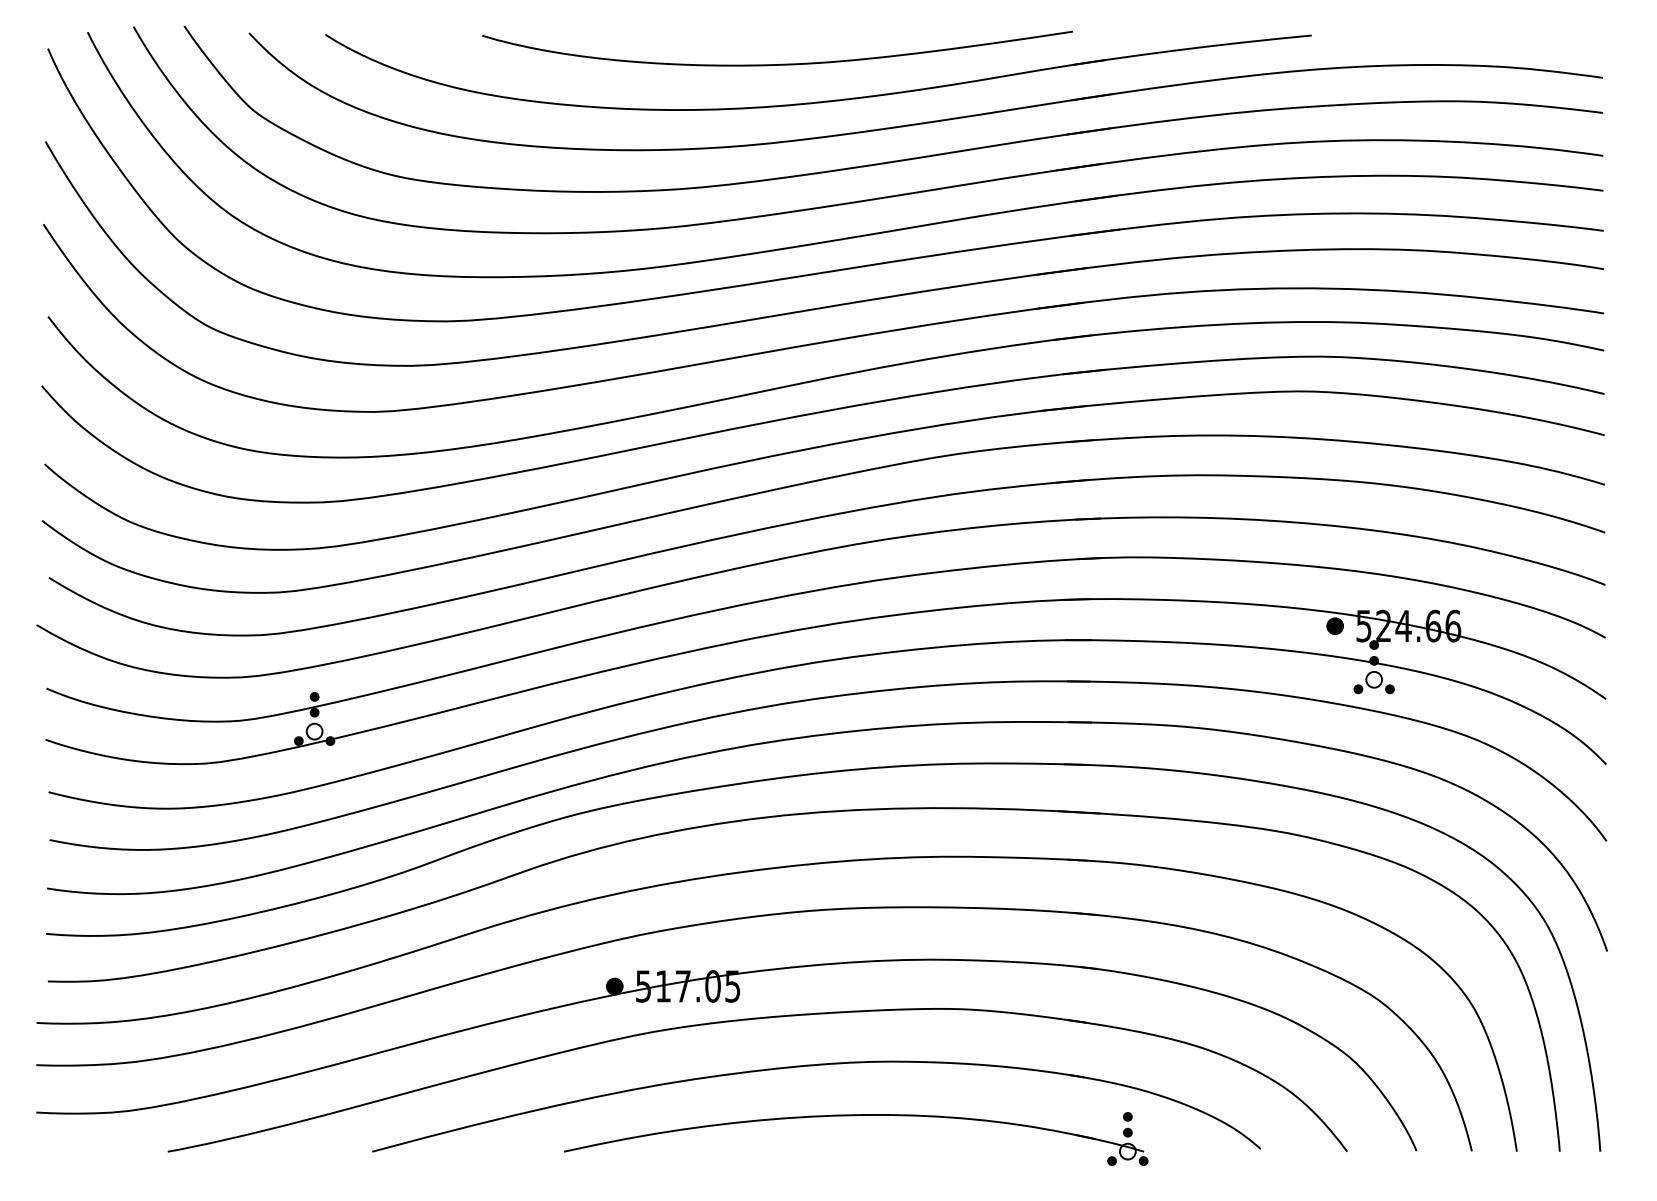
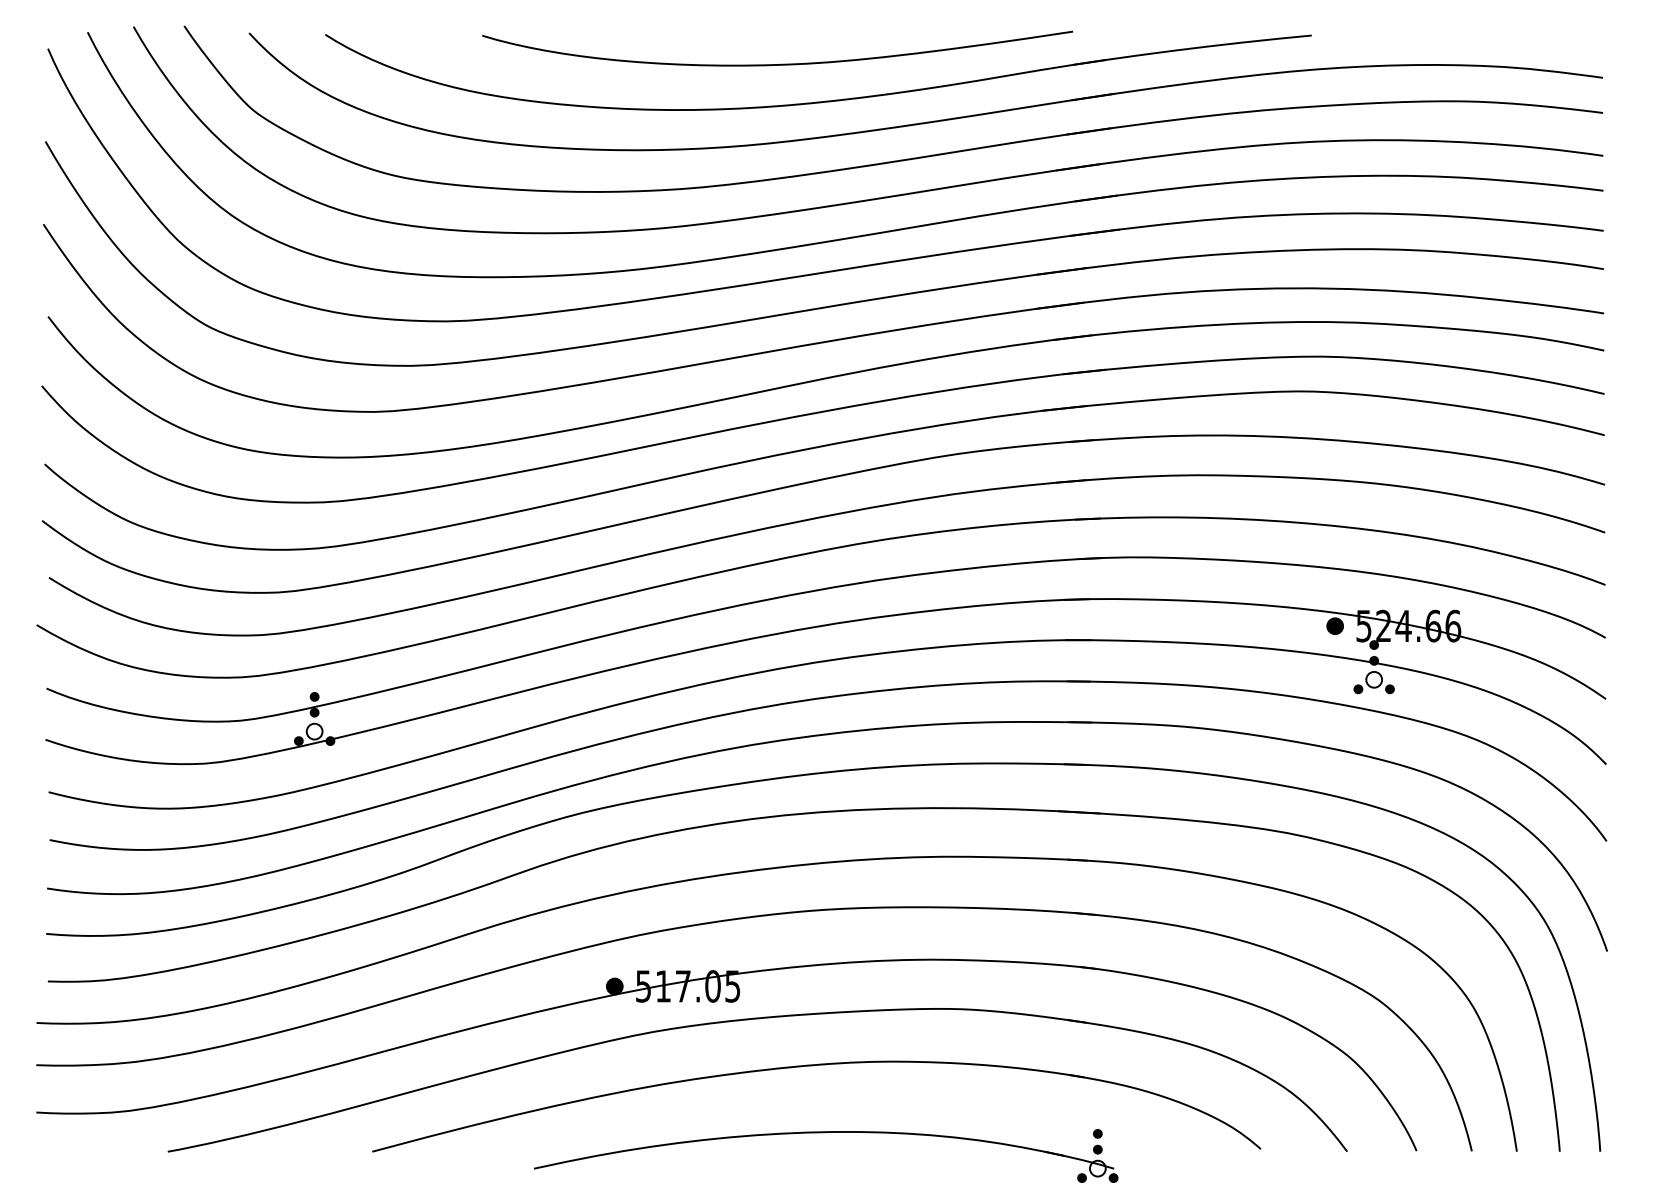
part at (855, 1116) position: (855, 1116) -> (825, 1133)
